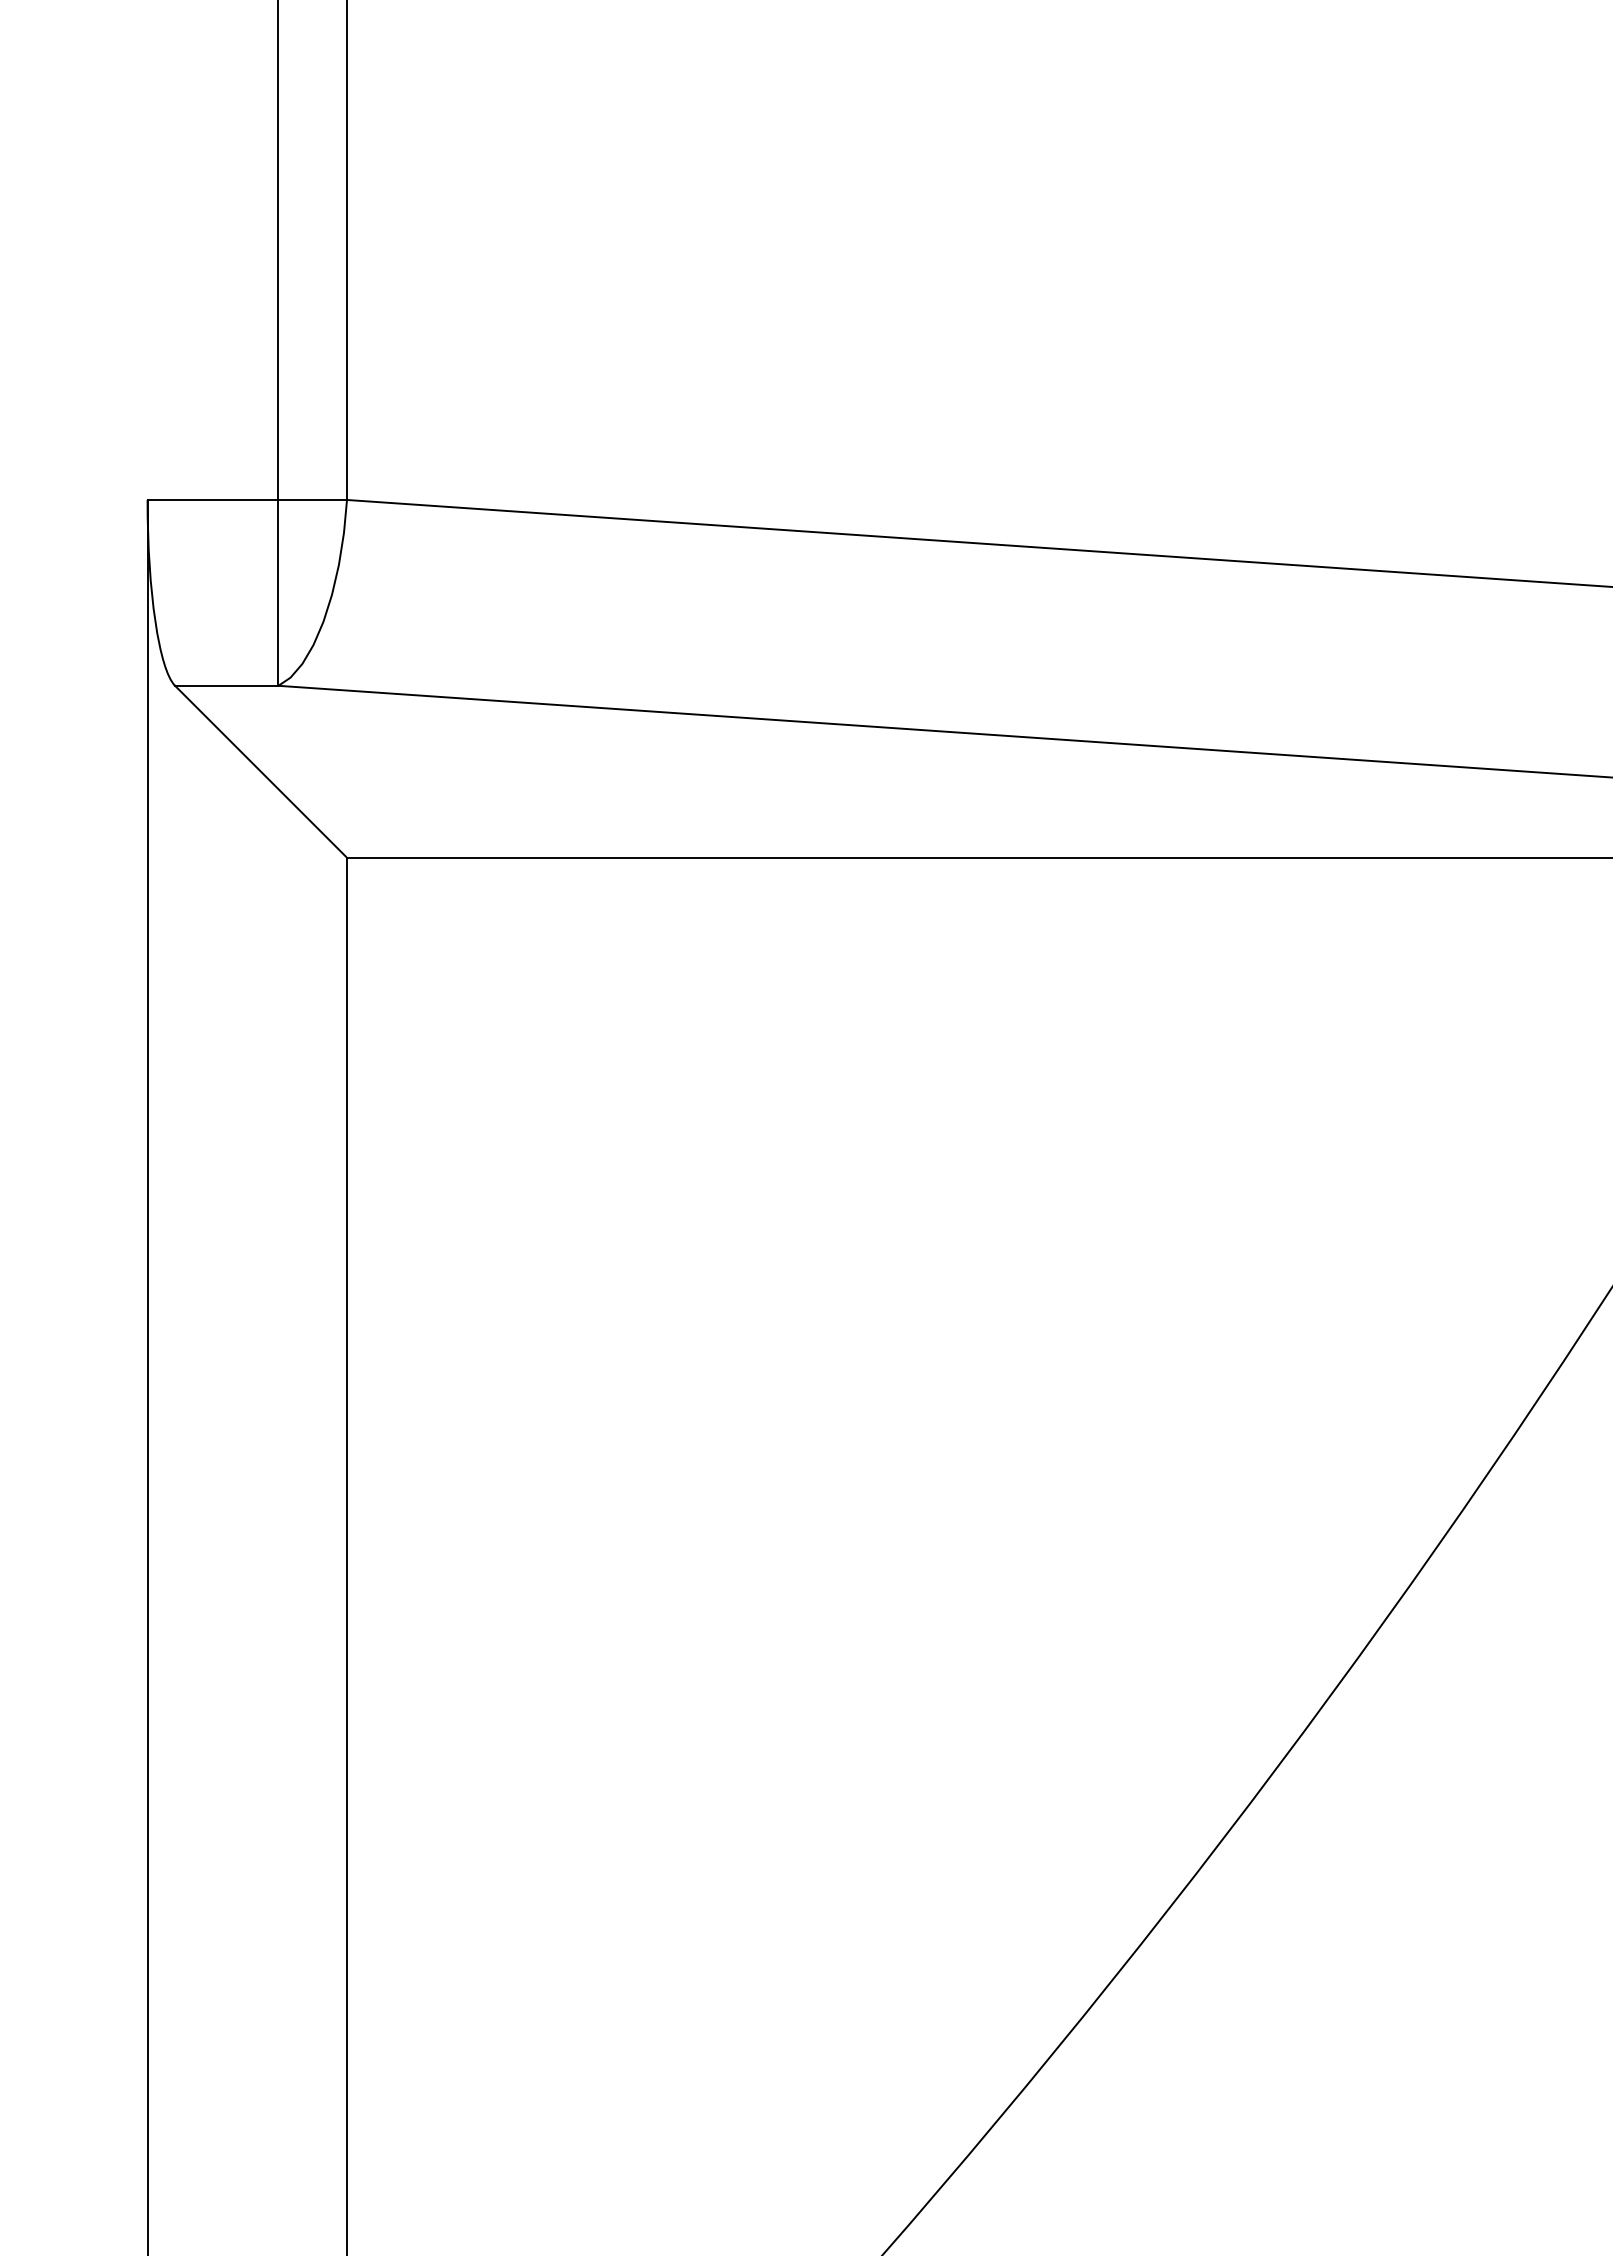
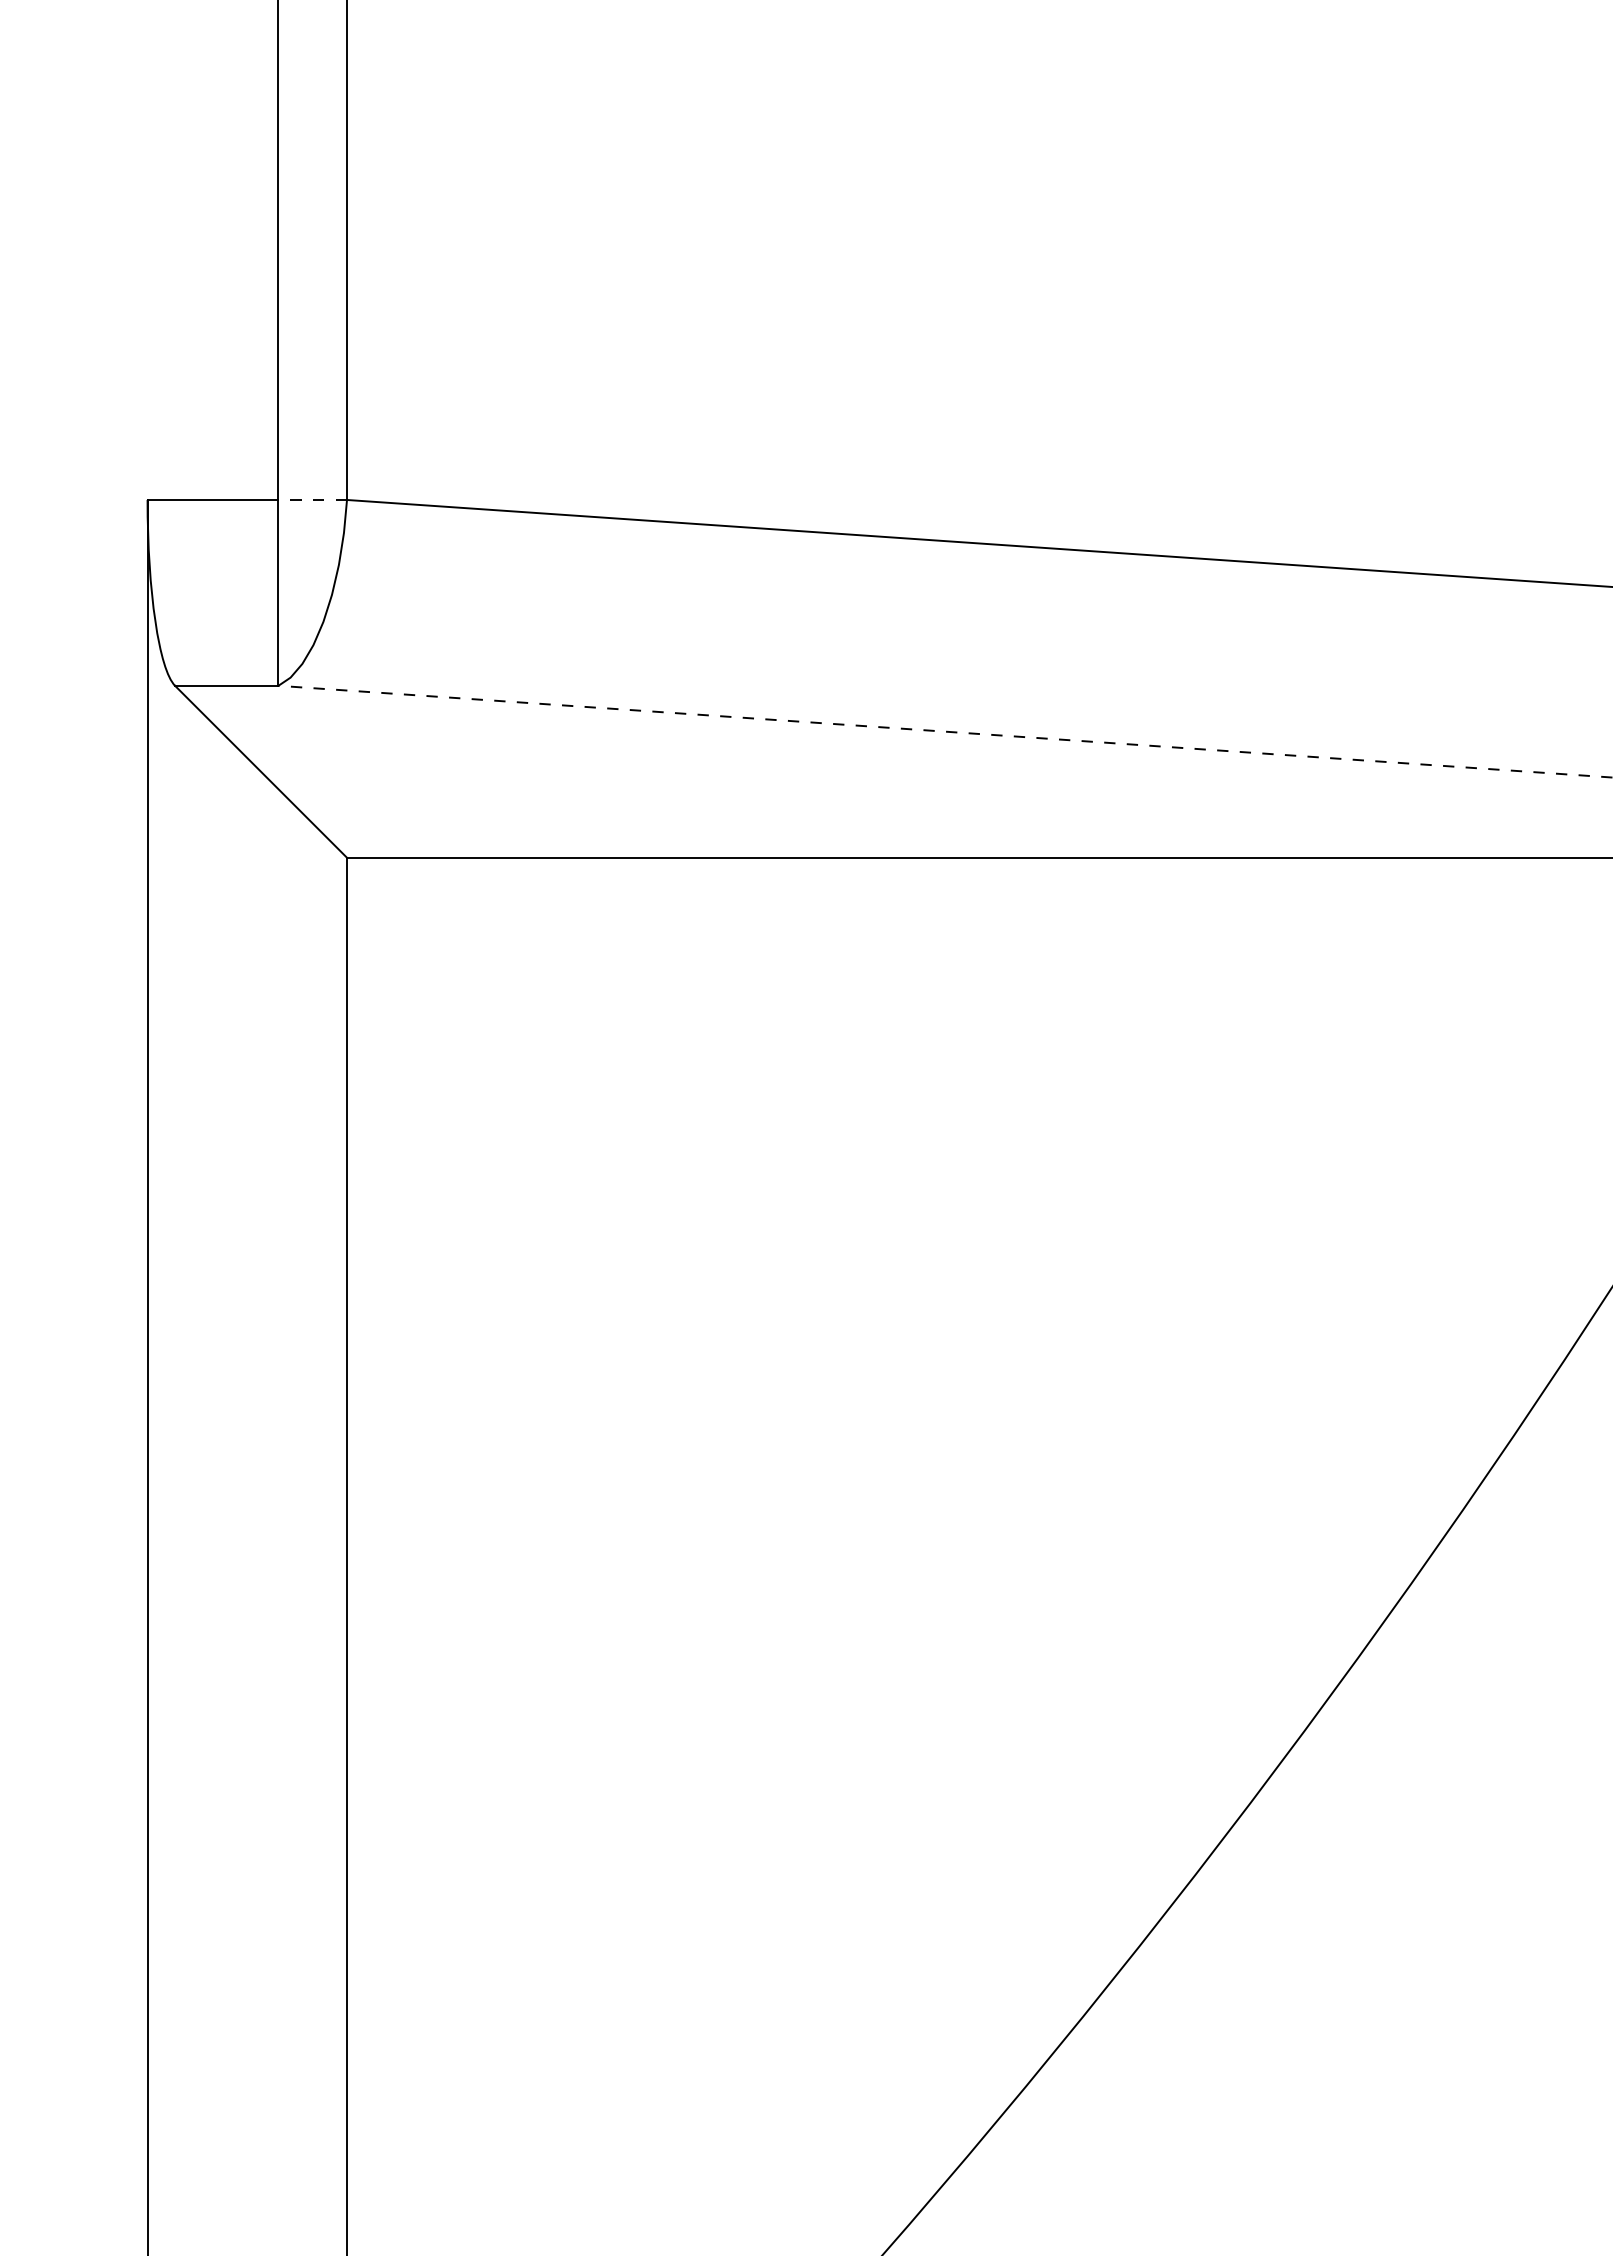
line at (312, 499): solid -> dashed
line at (945, 731): solid -> dashed
